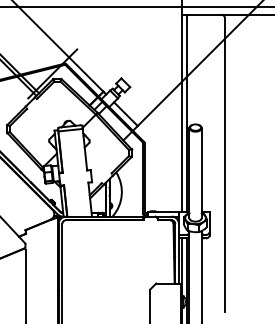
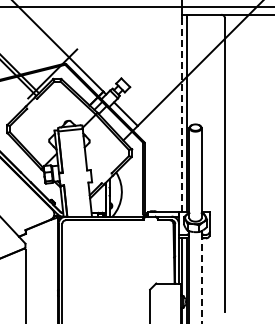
line at (182, 115): solid -> dashed
line at (201, 277): solid -> dashed
